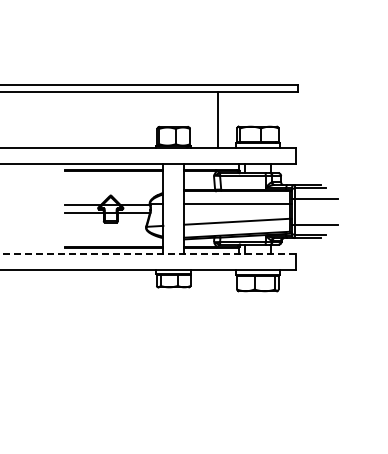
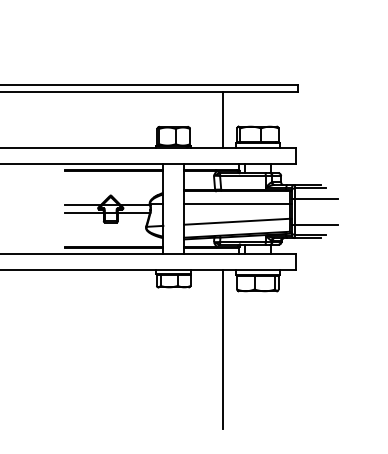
line at (218, 120) position: (218, 120) -> (223, 120)
line at (147, 254): dashed -> solid
line at (223, 349): none -> present
